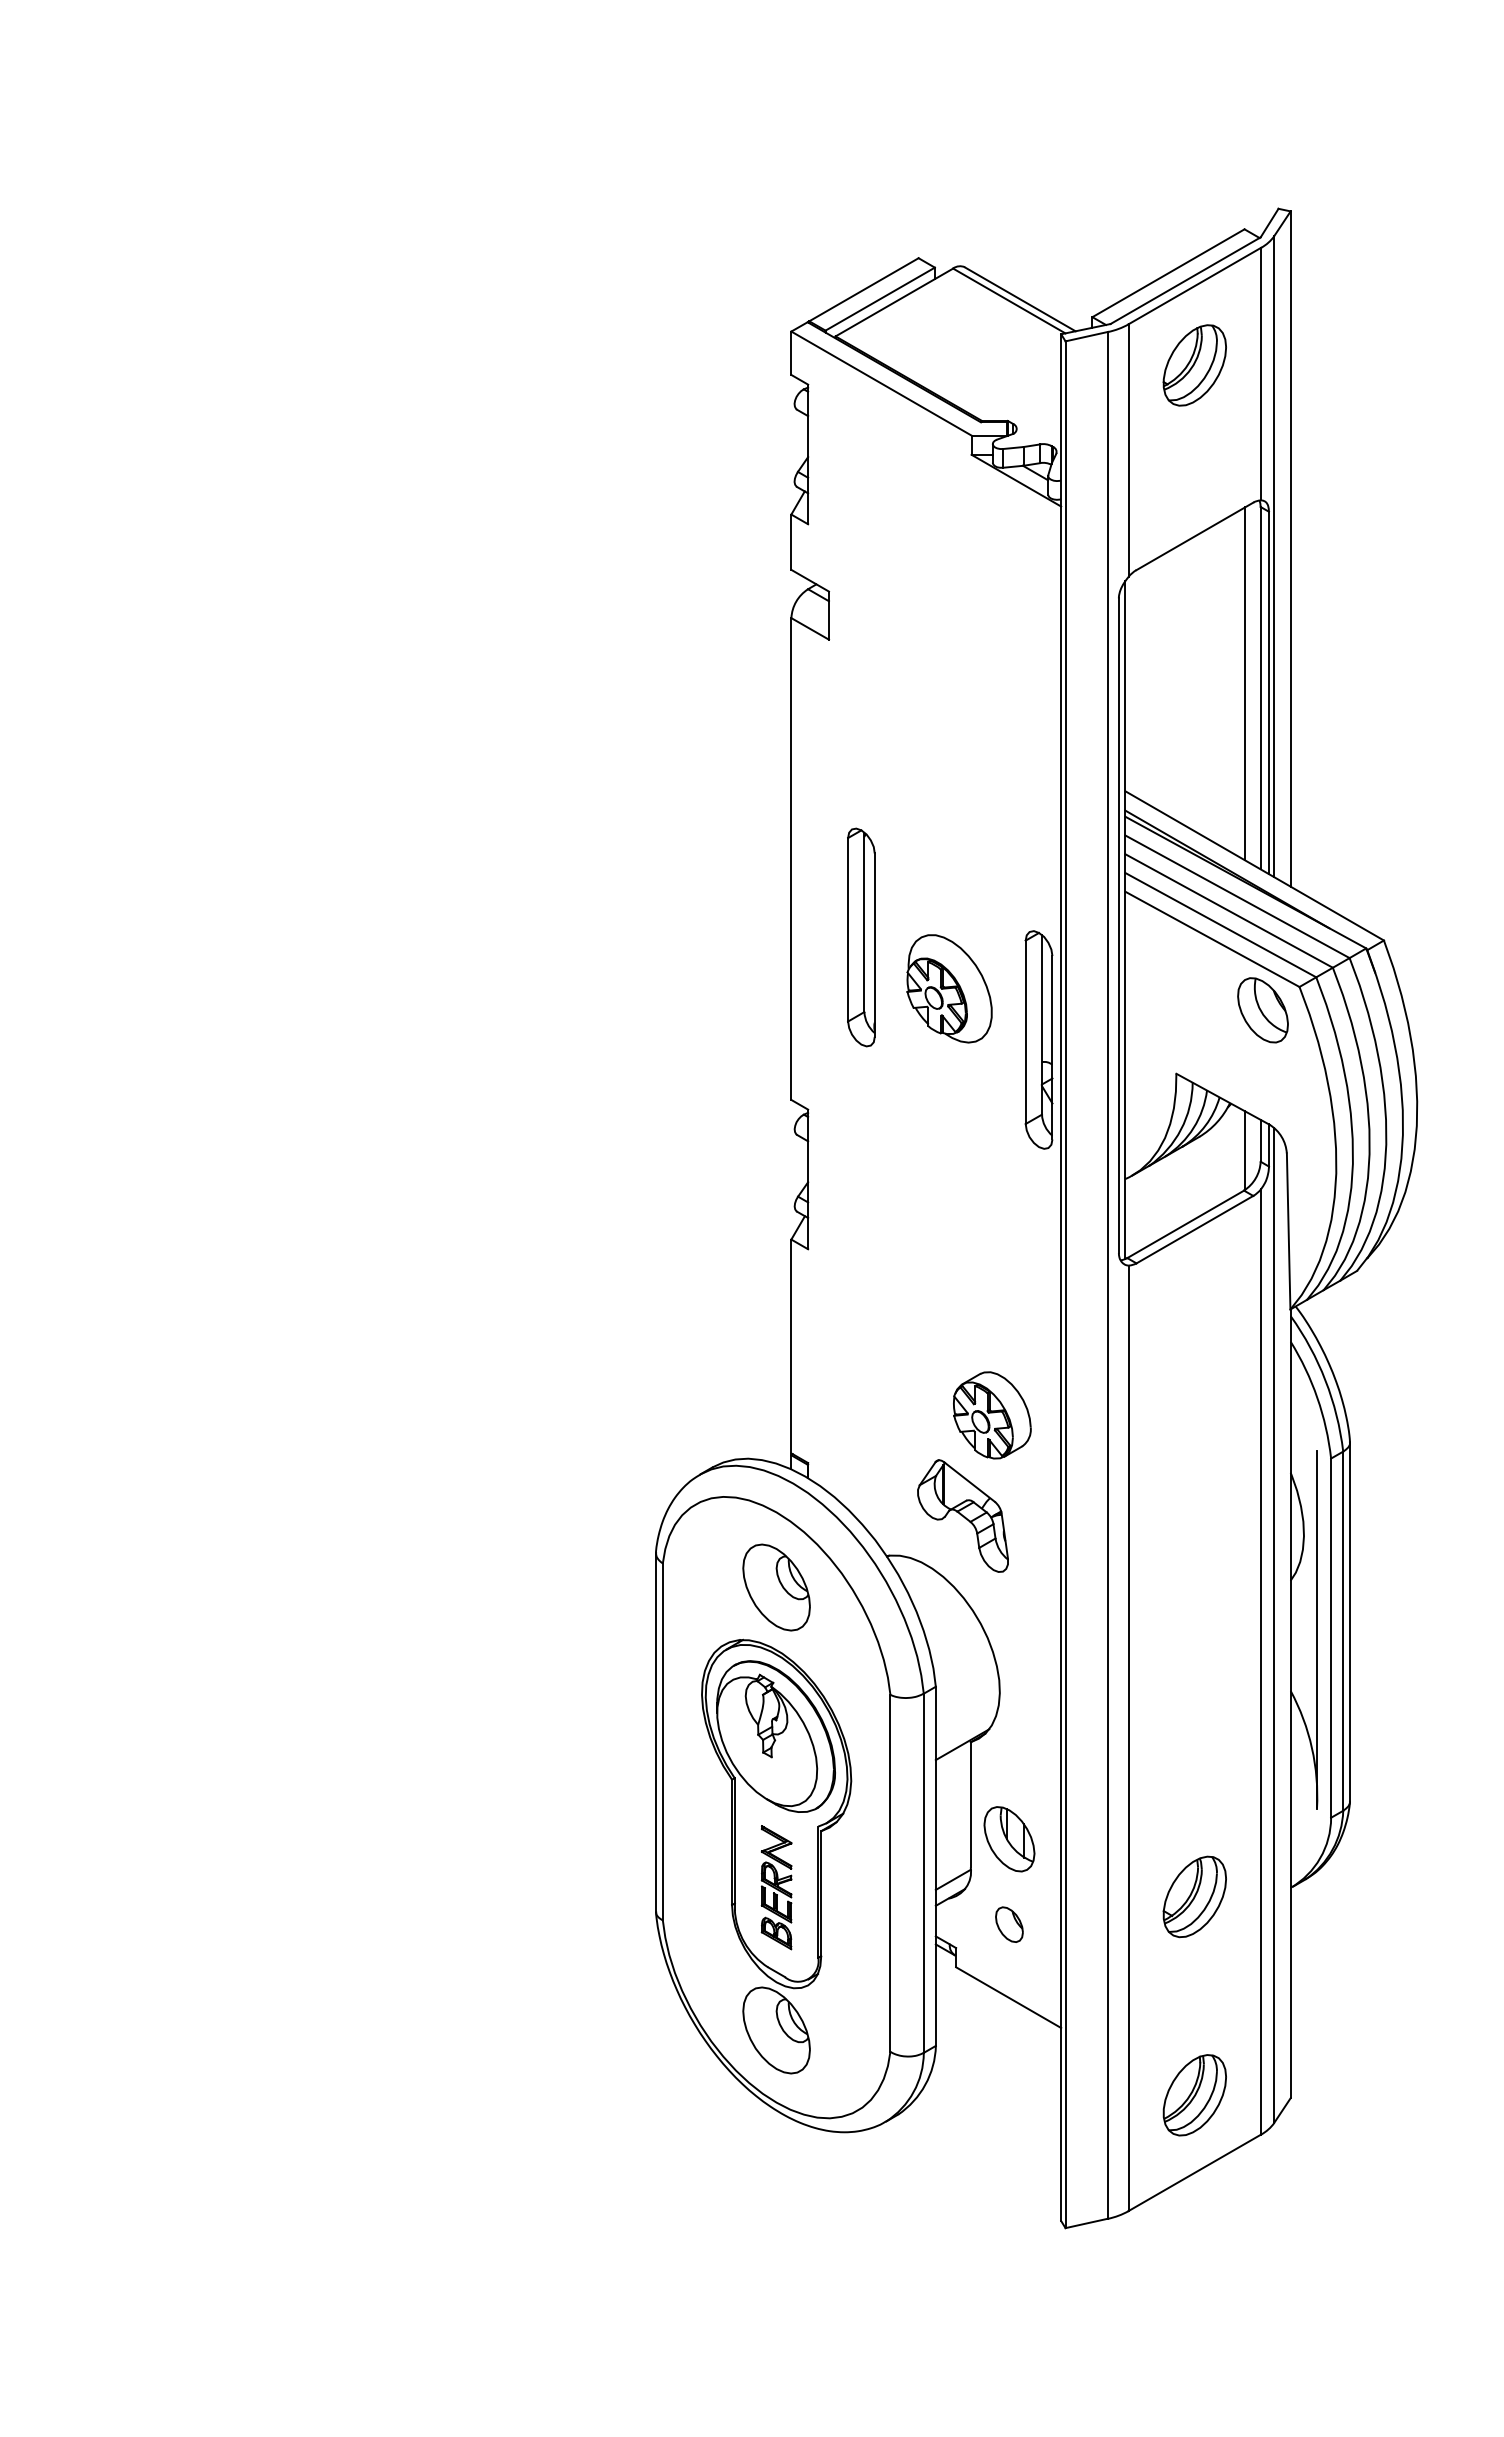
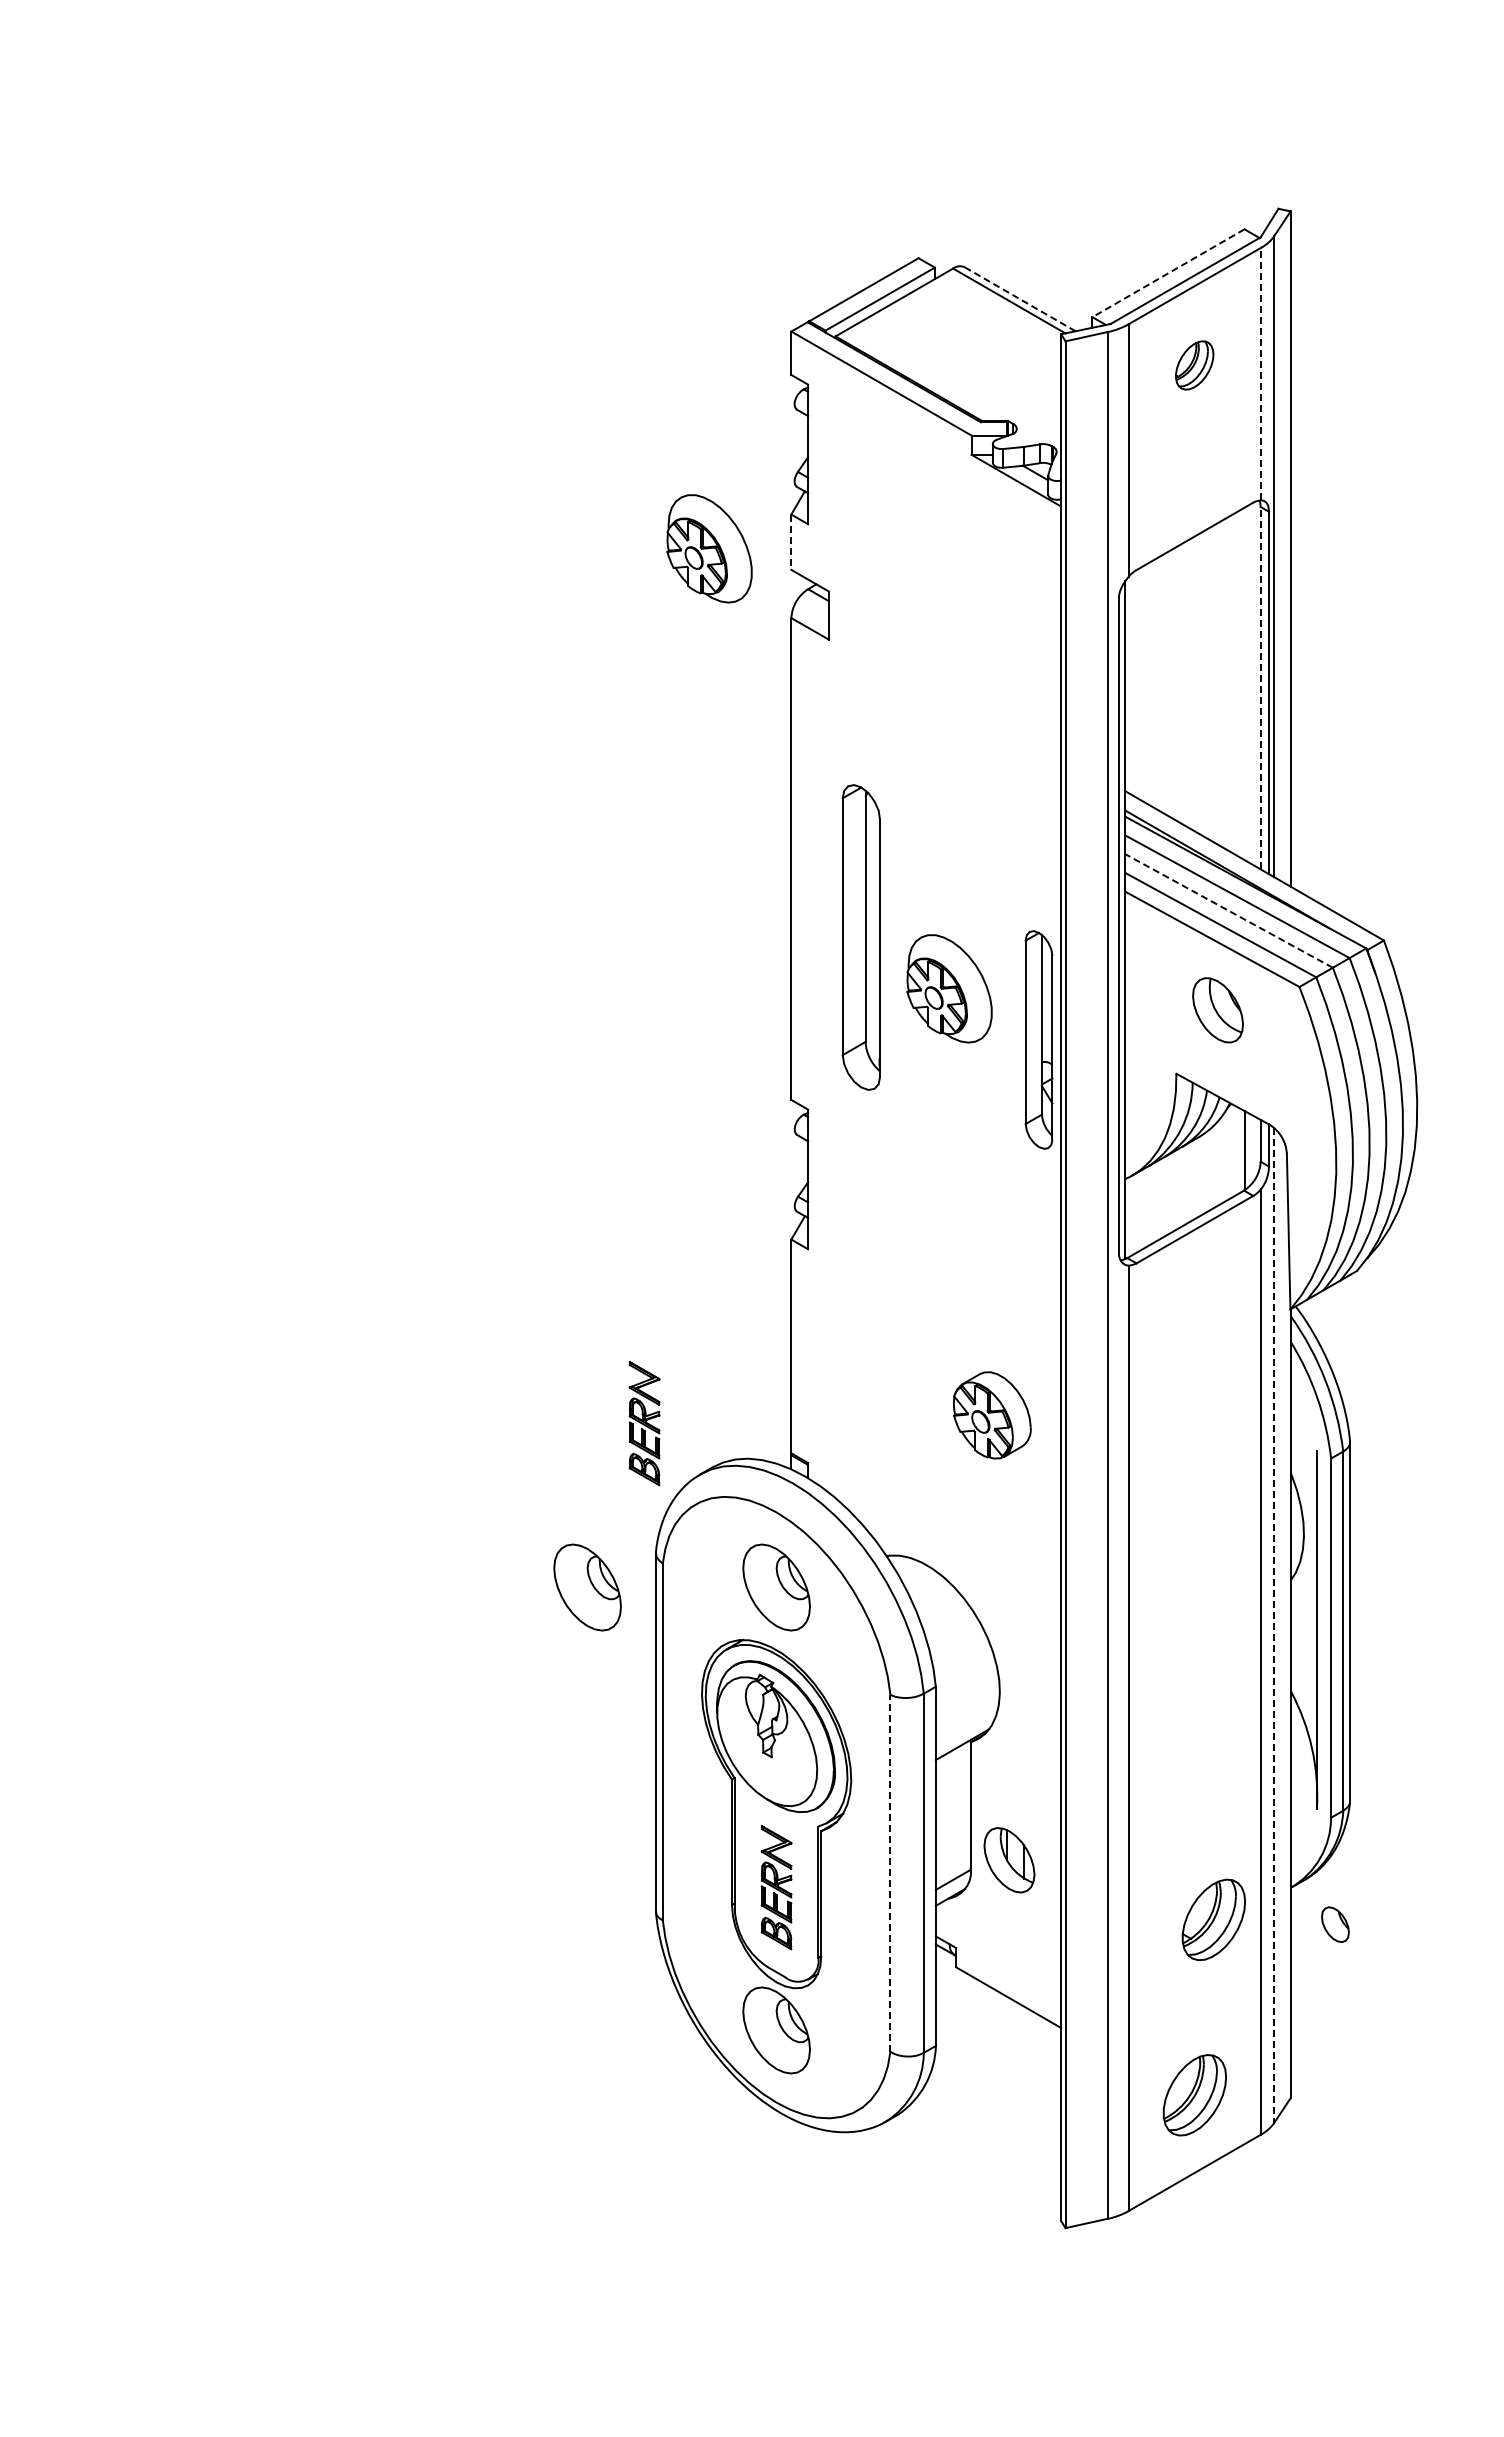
line at (1168, 273): solid -> dashed
line at (1020, 299): solid -> dashed
part at (1194, 365) size: 65x83 px -> 40x51 px
line at (1261, 373): solid -> dashed
line at (791, 542): solid -> dashed
part at (709, 548): none -> present
line at (1245, 683): present -> none
line at (1260, 687): solid -> dashed
line at (1228, 910): solid -> dashed
part at (861, 937) size: 29x221 px -> 40x307 px
part at (1262, 1010) position: (1262, 1010) -> (1217, 1010)
part at (644, 1423): none -> present
part at (962, 1515): present -> none
part at (587, 1587): none -> present
line at (1274, 1625): solid -> dashed
part at (1009, 1839) position: (1009, 1839) -> (1009, 1860)
line at (890, 1872): solid -> dashed
part at (1194, 1896) position: (1194, 1896) -> (1213, 1919)
part at (1009, 1924) position: (1009, 1924) -> (1335, 1924)
